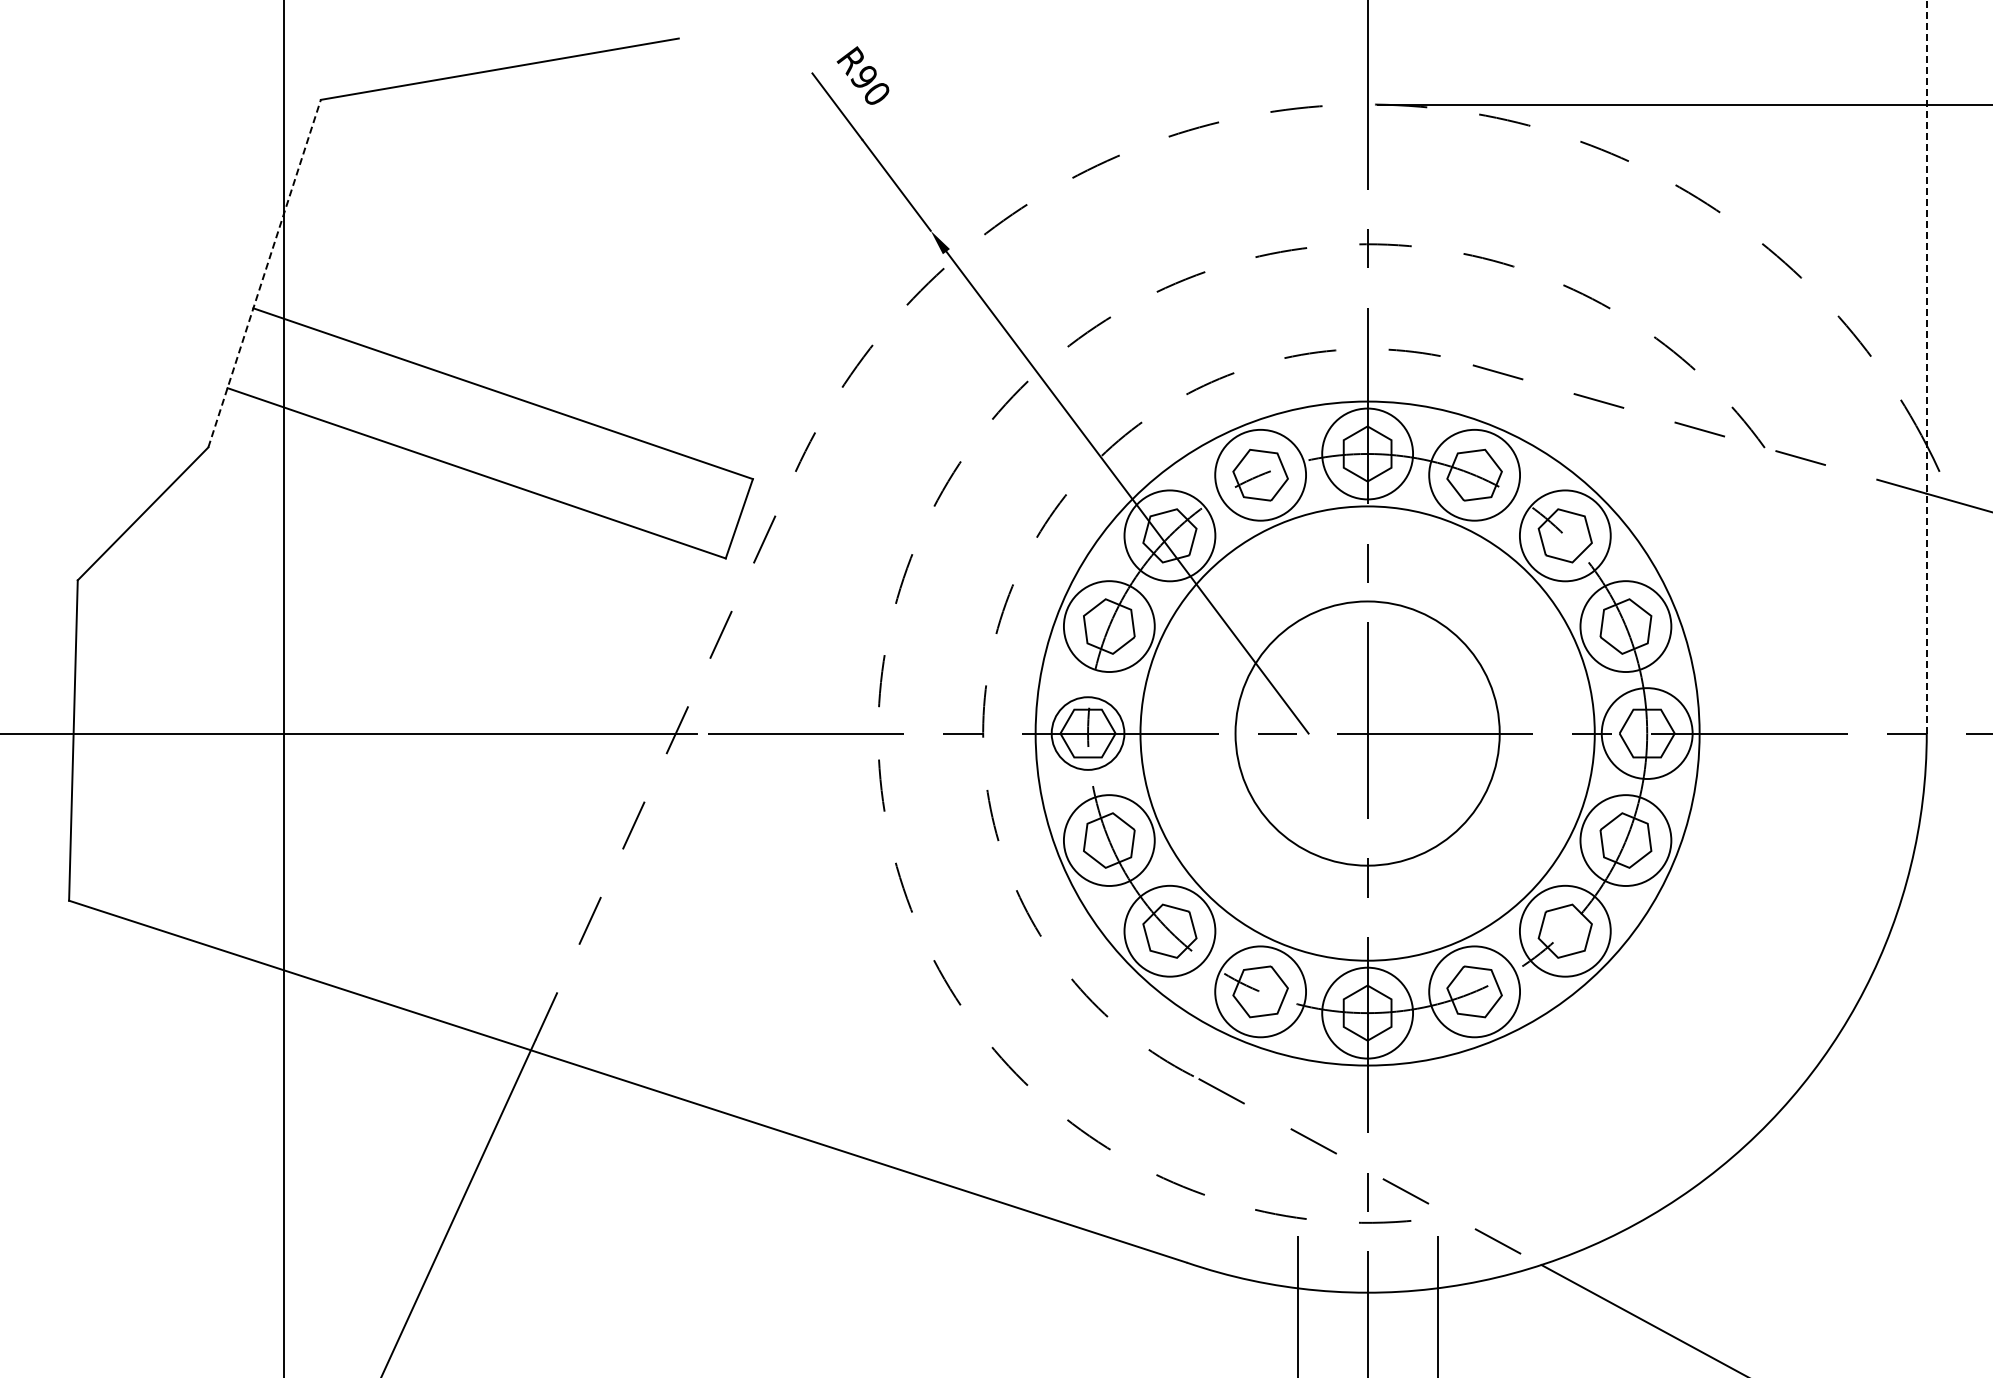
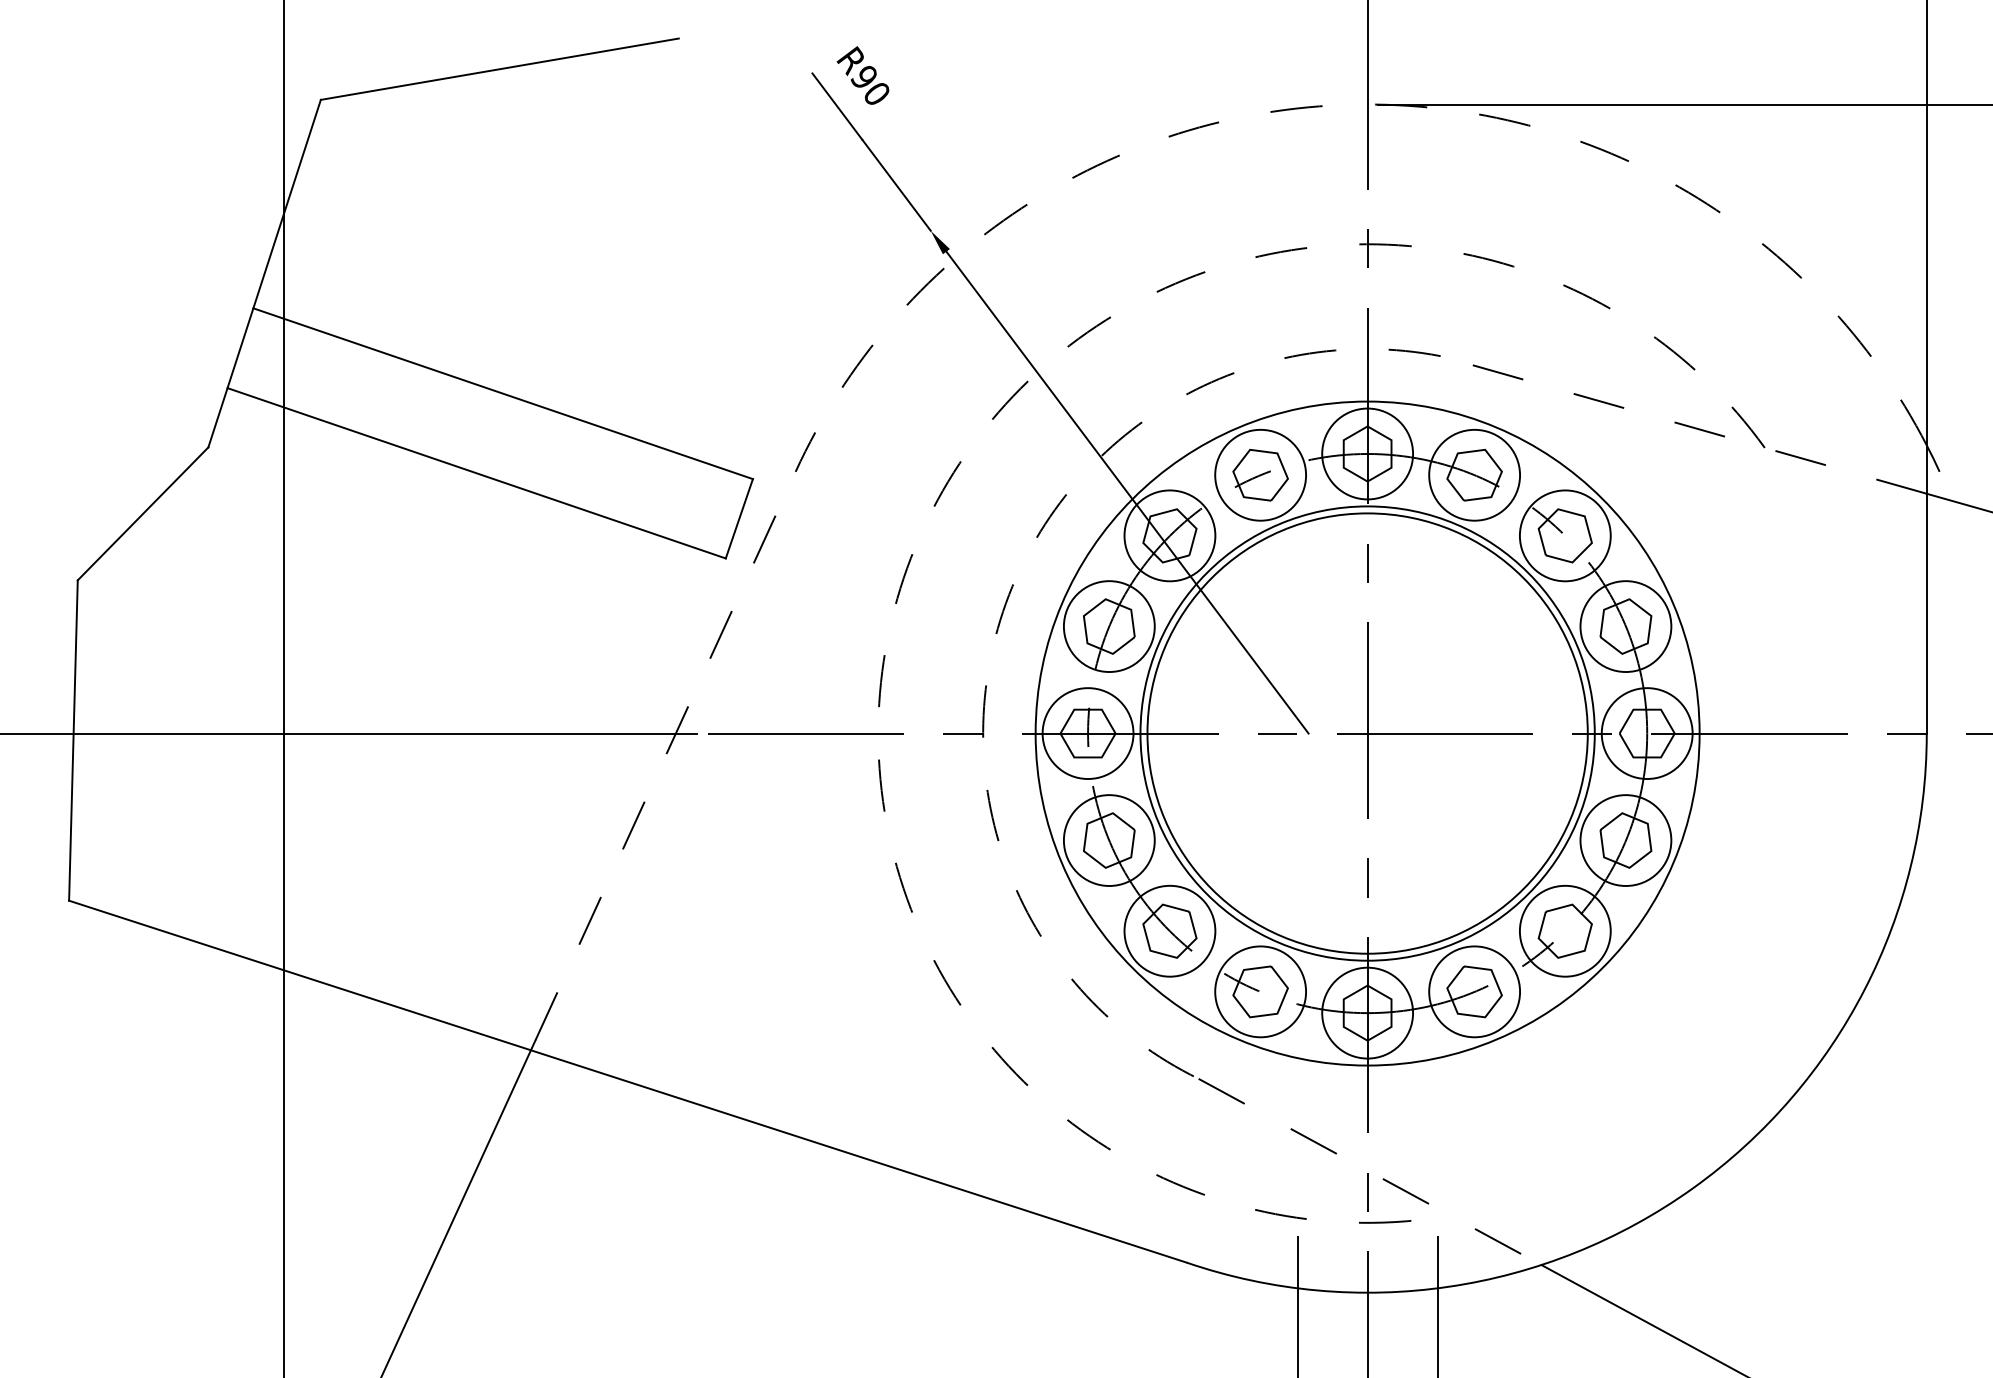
line at (264, 273): dashed -> solid
line at (1926, 366): dashed -> solid
circle at (1087, 733) diameter: 73 px -> 91 px
circle at (1367, 733) diameter: 264 px -> 440 px
